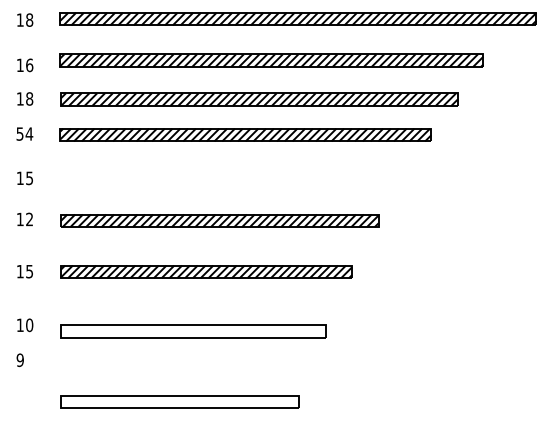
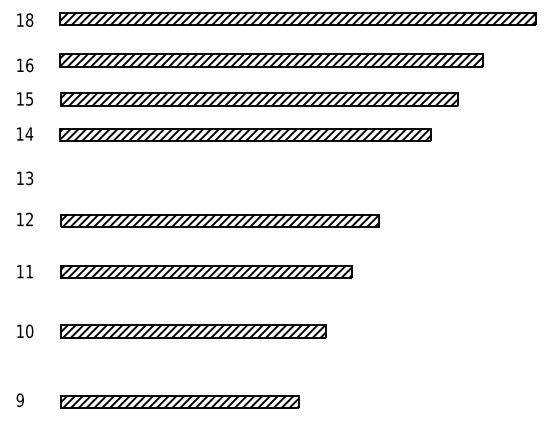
text at (29, 98): 18 -> 15
text at (19, 133): 54 -> 14
text at (29, 177): 15 -> 13
text at (29, 271): 15 -> 11
text at (25, 325) position: (25, 325) -> (25, 331)
hatch at (192, 331): none -> present
text at (19, 360) position: (19, 360) -> (19, 400)
hatch at (179, 401): none -> present
